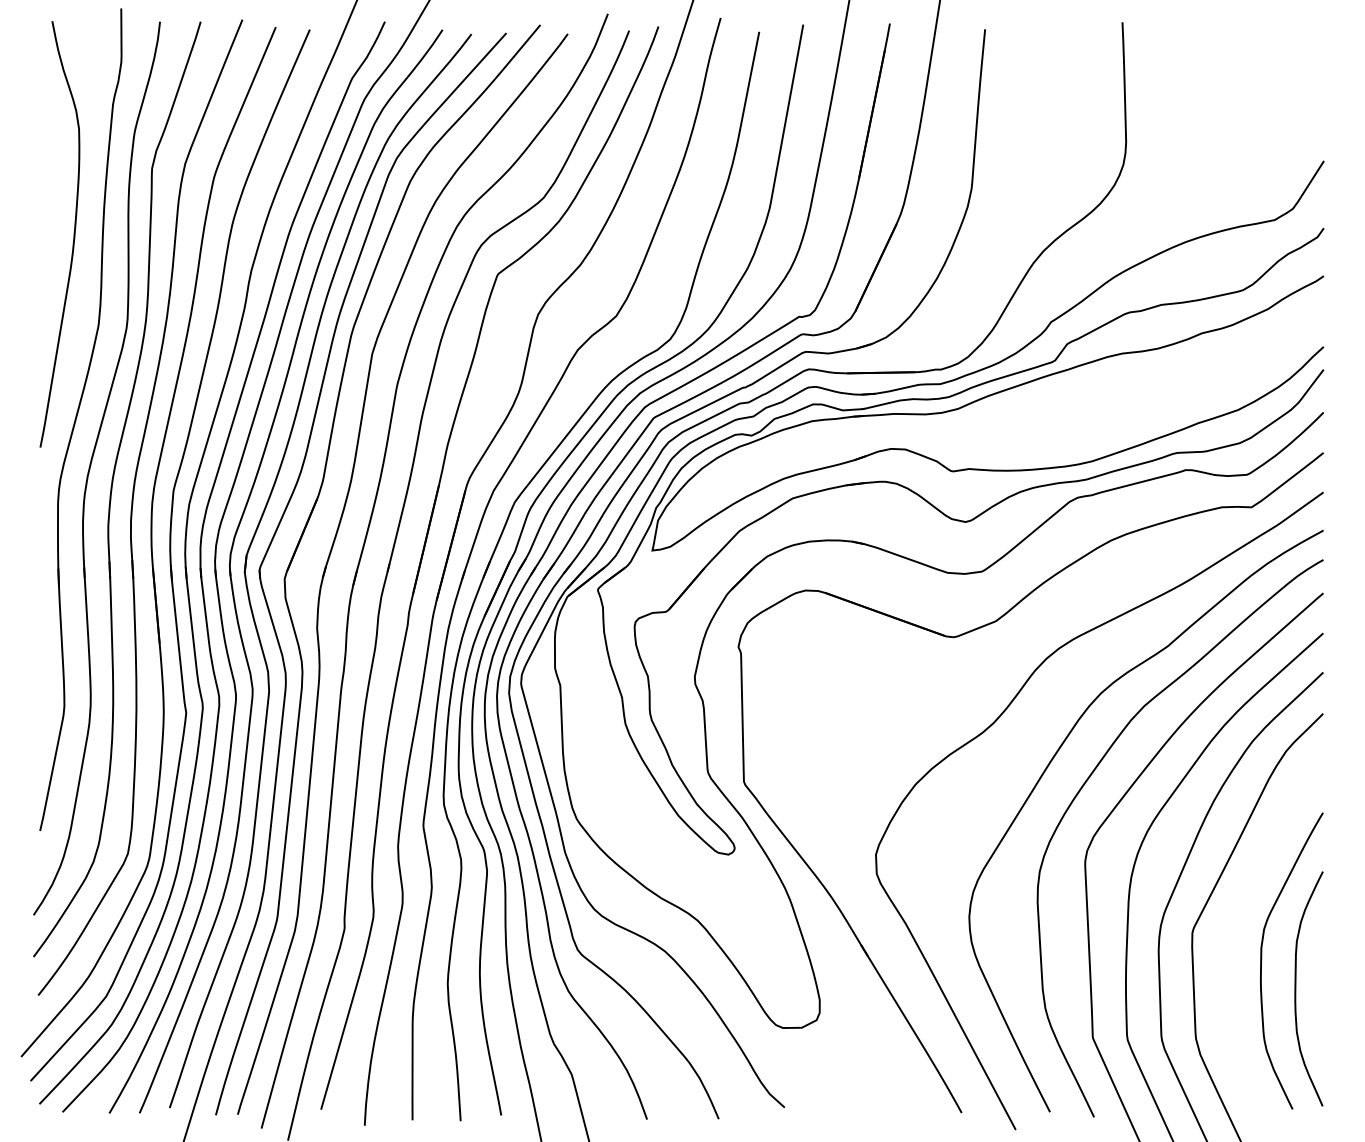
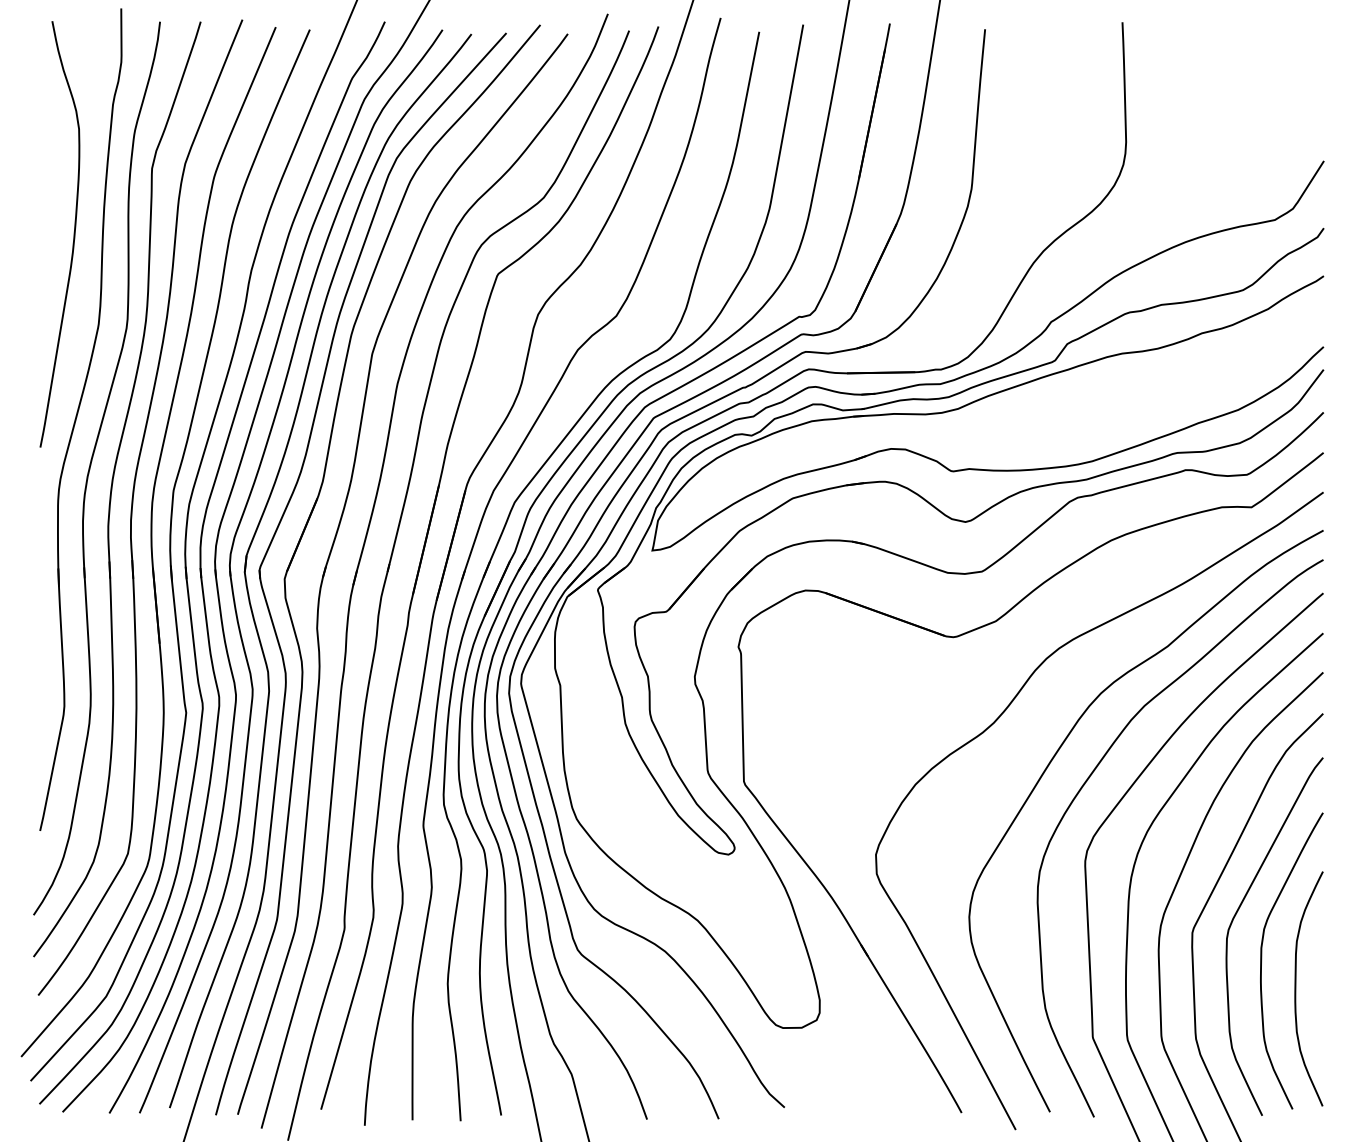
curve at (1237, 913): none -> present
